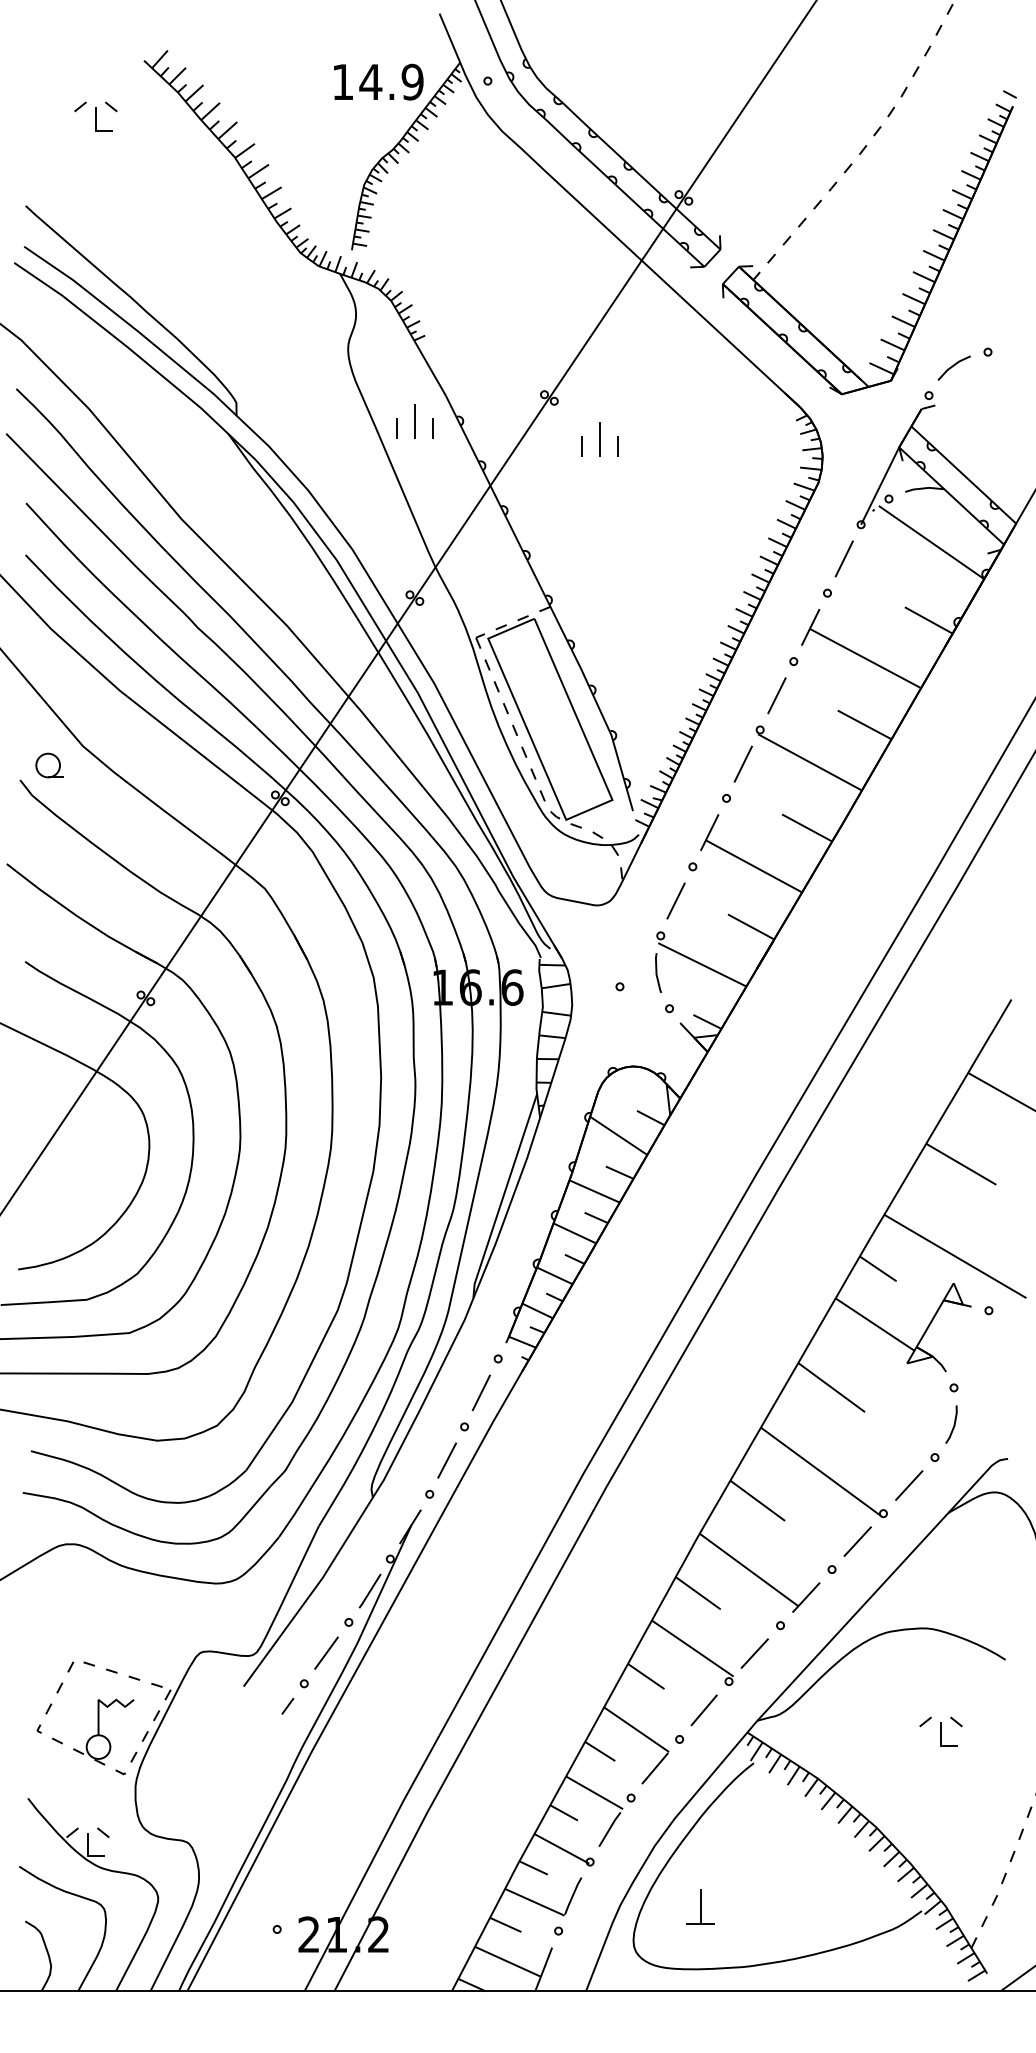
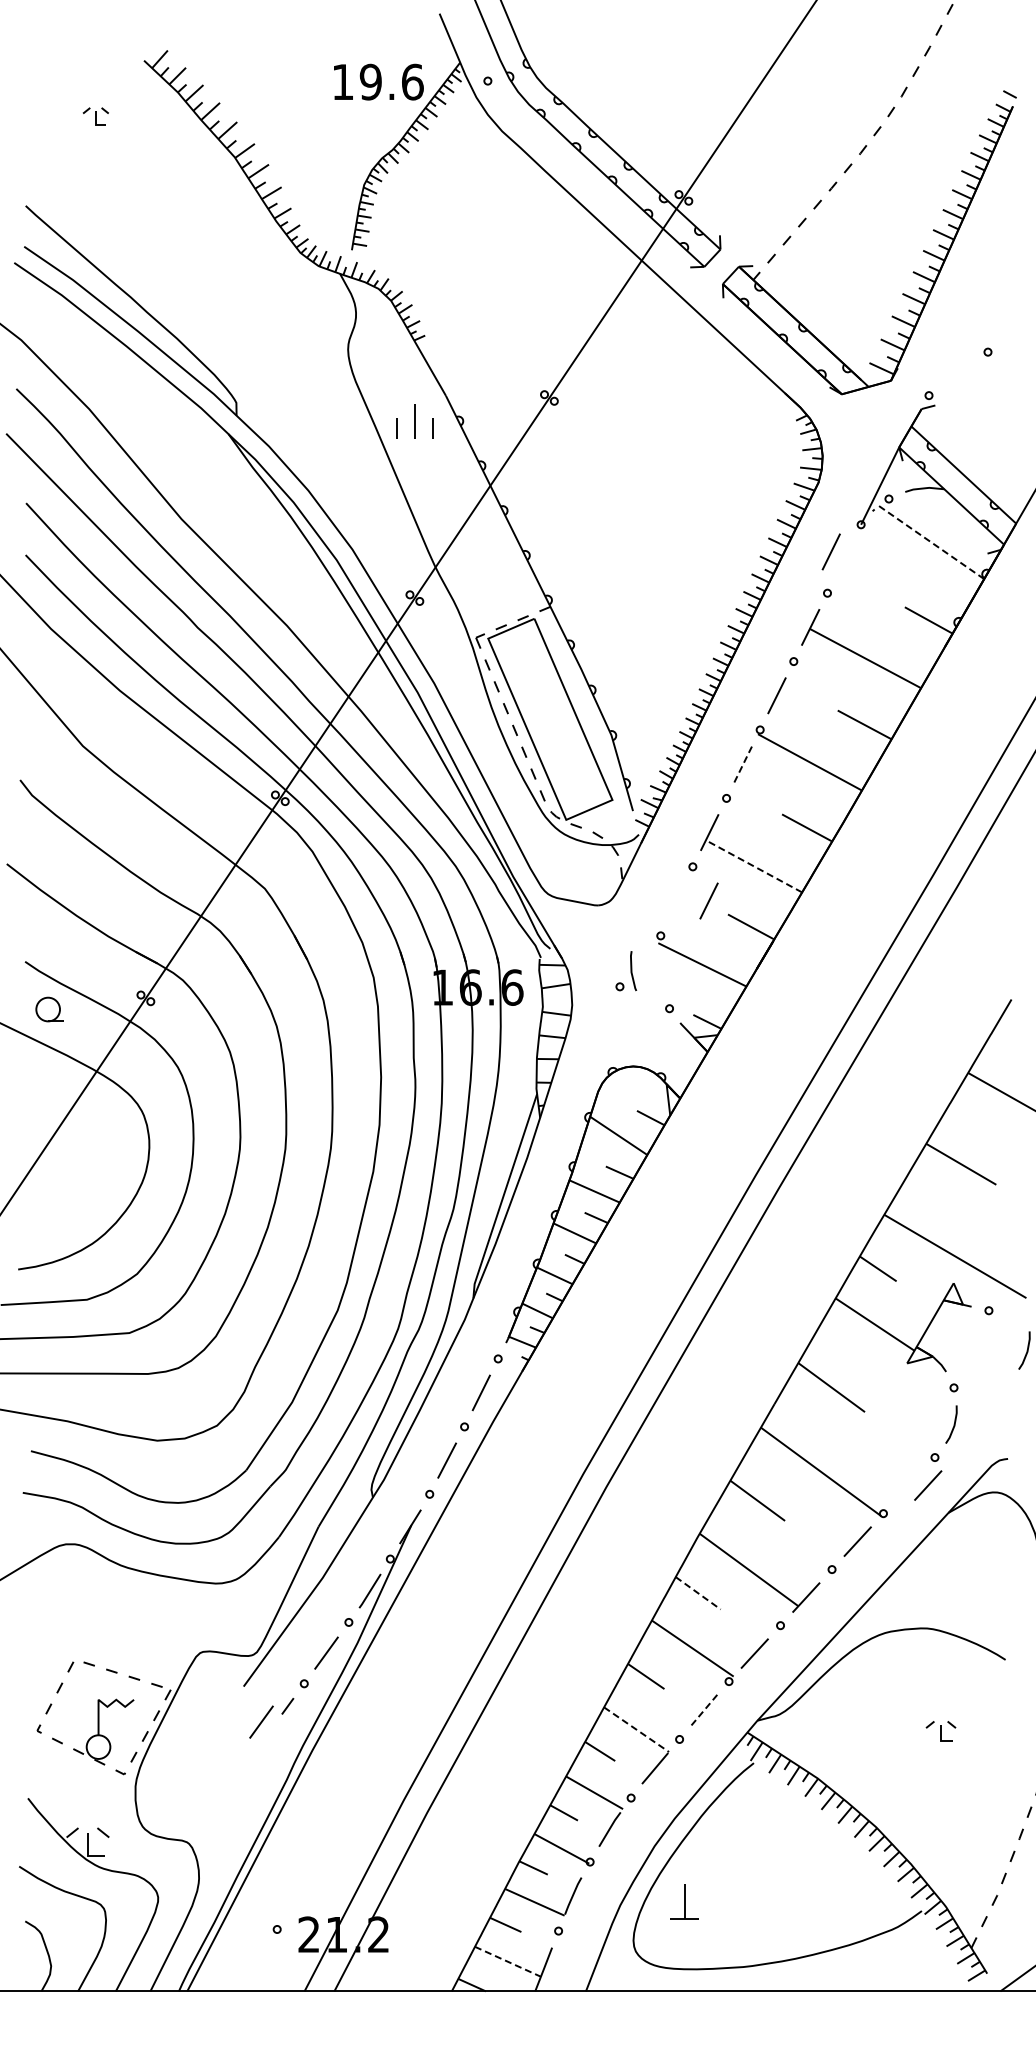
text at (391, 81): 14.9 -> 19.6
part at (95, 116) size: 44x31 px -> 27x19 px
line at (953, 366): present -> none
part at (599, 439): present -> none
line at (931, 542): solid -> dashed
line at (843, 558) position: (843, 558) -> (830, 551)
line at (743, 763): solid -> dashed
part at (49, 765) position: (49, 765) -> (49, 1009)
line at (754, 866): solid -> dashed
line at (675, 900) position: (675, 900) -> (708, 900)
curve at (657, 973) position: (657, 973) -> (632, 971)
curve at (1026, 1350): none -> present
line at (909, 1485) position: (909, 1485) -> (928, 1485)
line at (698, 1593): solid -> dashed
line at (704, 1710): solid -> dashed
line at (261, 1721): none -> present
line at (636, 1729): solid -> dashed
part at (940, 1731) size: 44x31 px -> 32x21 px
part at (700, 1906) position: (700, 1906) -> (684, 1901)
line at (508, 1961): solid -> dashed
